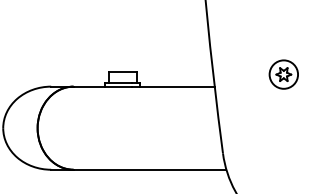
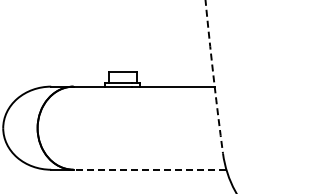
part at (283, 74): present -> none
arc at (213, 77): solid -> dashed
line at (149, 169): solid -> dashed
